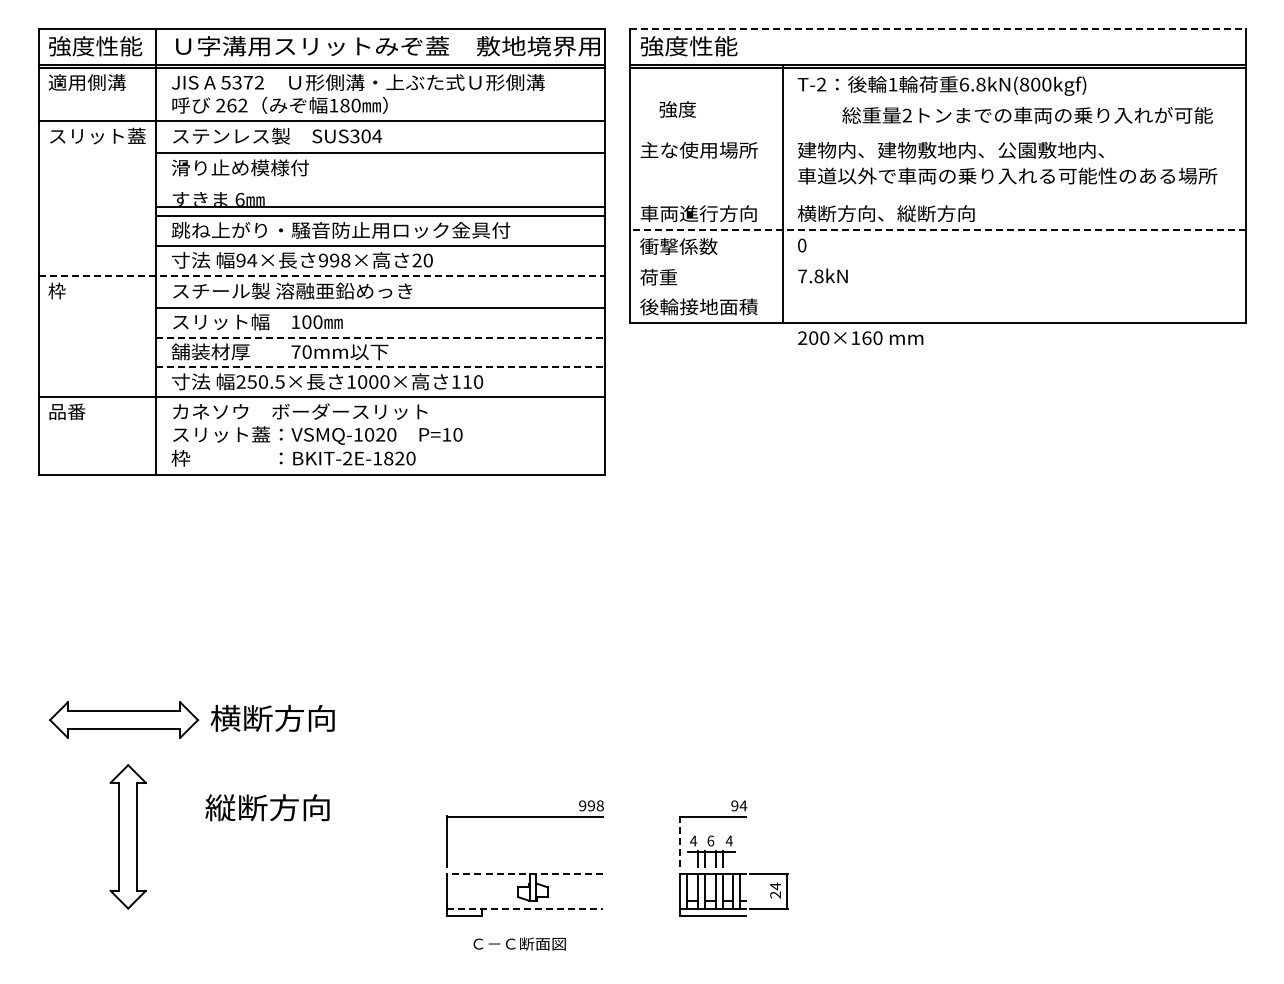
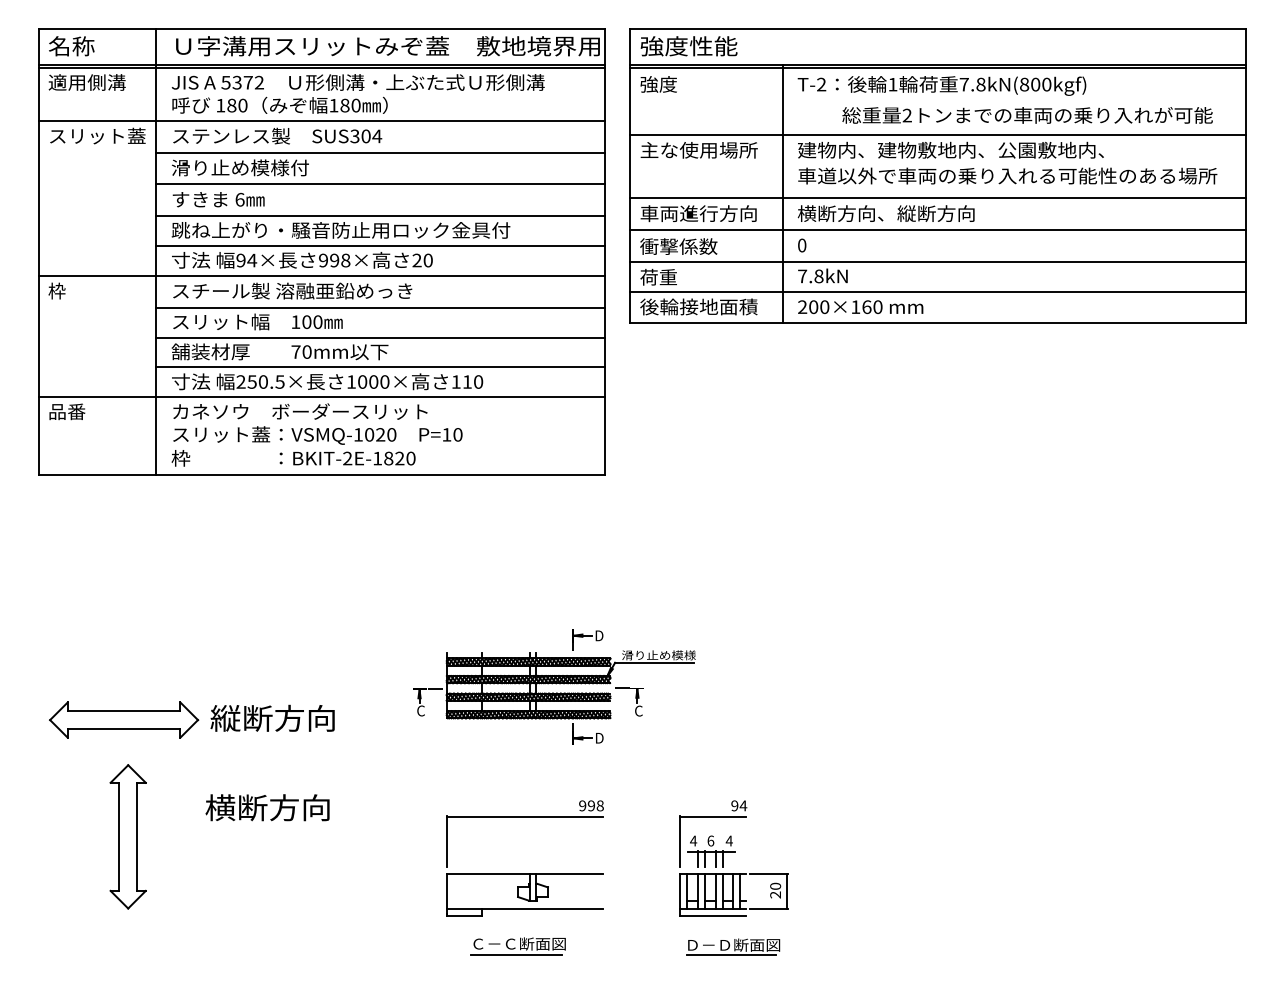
line at (937, 29): dashed -> solid
text at (95, 46): 強度性能 -> 名称
text at (963, 84): 6.8kN(800kgf) -> 7.8kN(800kgf)
text at (231, 105): 262 -> 180
text at (677, 109) position: (677, 109) -> (658, 84)
line at (937, 135): none -> present
line at (937, 198): none -> present
line at (380, 207) position: (380, 207) -> (380, 184)
line at (937, 230): dashed -> solid
line at (937, 261): none -> present
line at (322, 275): dashed -> solid
line at (937, 291): none -> present
line at (381, 337): dashed -> solid
text at (860, 338) position: (860, 338) -> (860, 307)
line at (381, 367): dashed -> solid
part at (554, 686): none -> present
text at (225, 718): 横断方向 -> 縦断方向
text at (220, 807): 縦断方向 -> 横断方向
line at (680, 841): dashed -> solid
line at (524, 874): dashed -> solid
text at (775, 886): 24 -> 20
line at (524, 909): dashed -> solid
part at (733, 946): none -> present
line at (516, 954): none -> present
